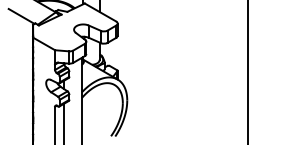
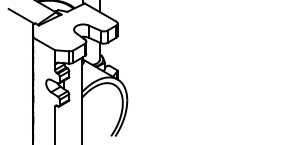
line at (248, 71): present -> none
line at (64, 122): present -> none
